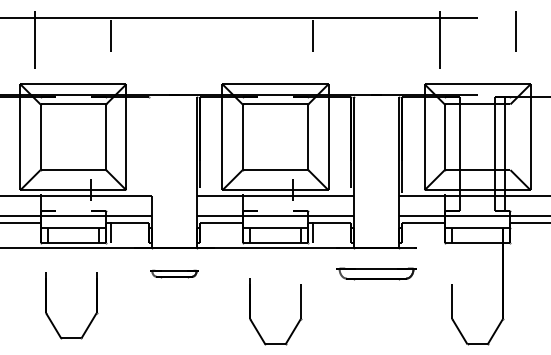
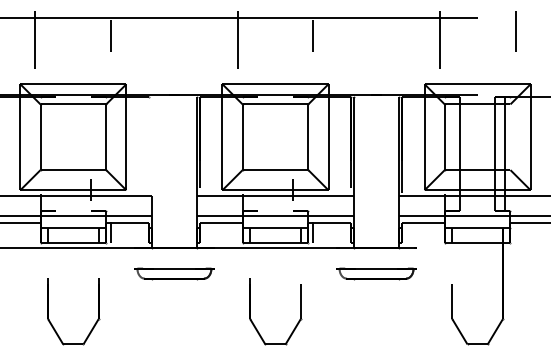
line at (237, 39): none -> present
part at (174, 273) size: 49x10 px -> 81x14 px
part at (92, 317) position: (92, 317) -> (94, 323)
